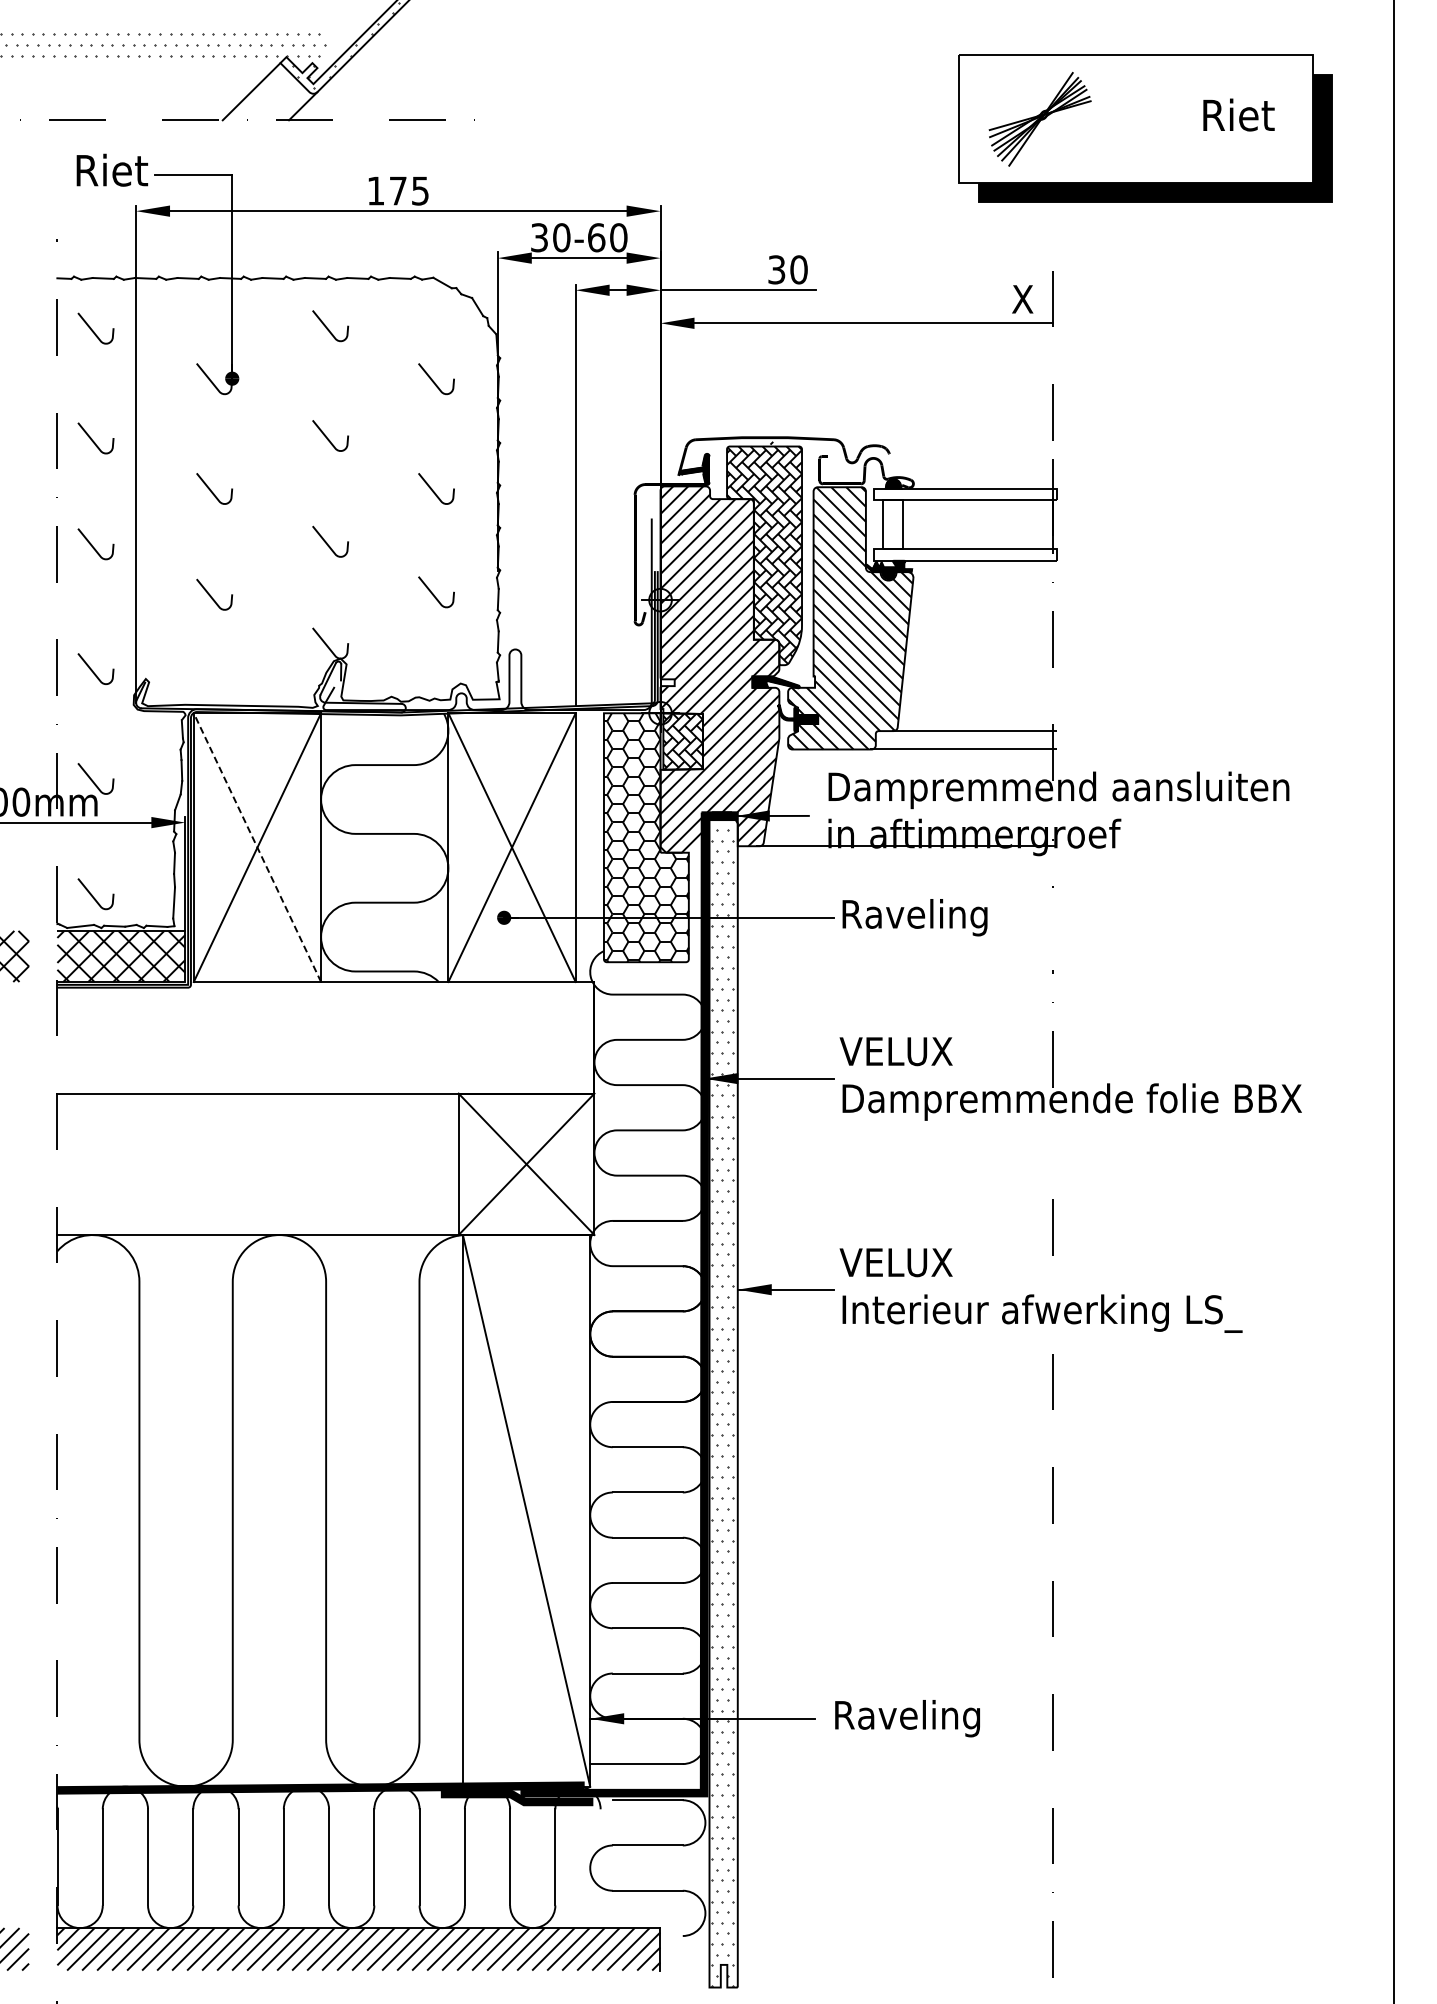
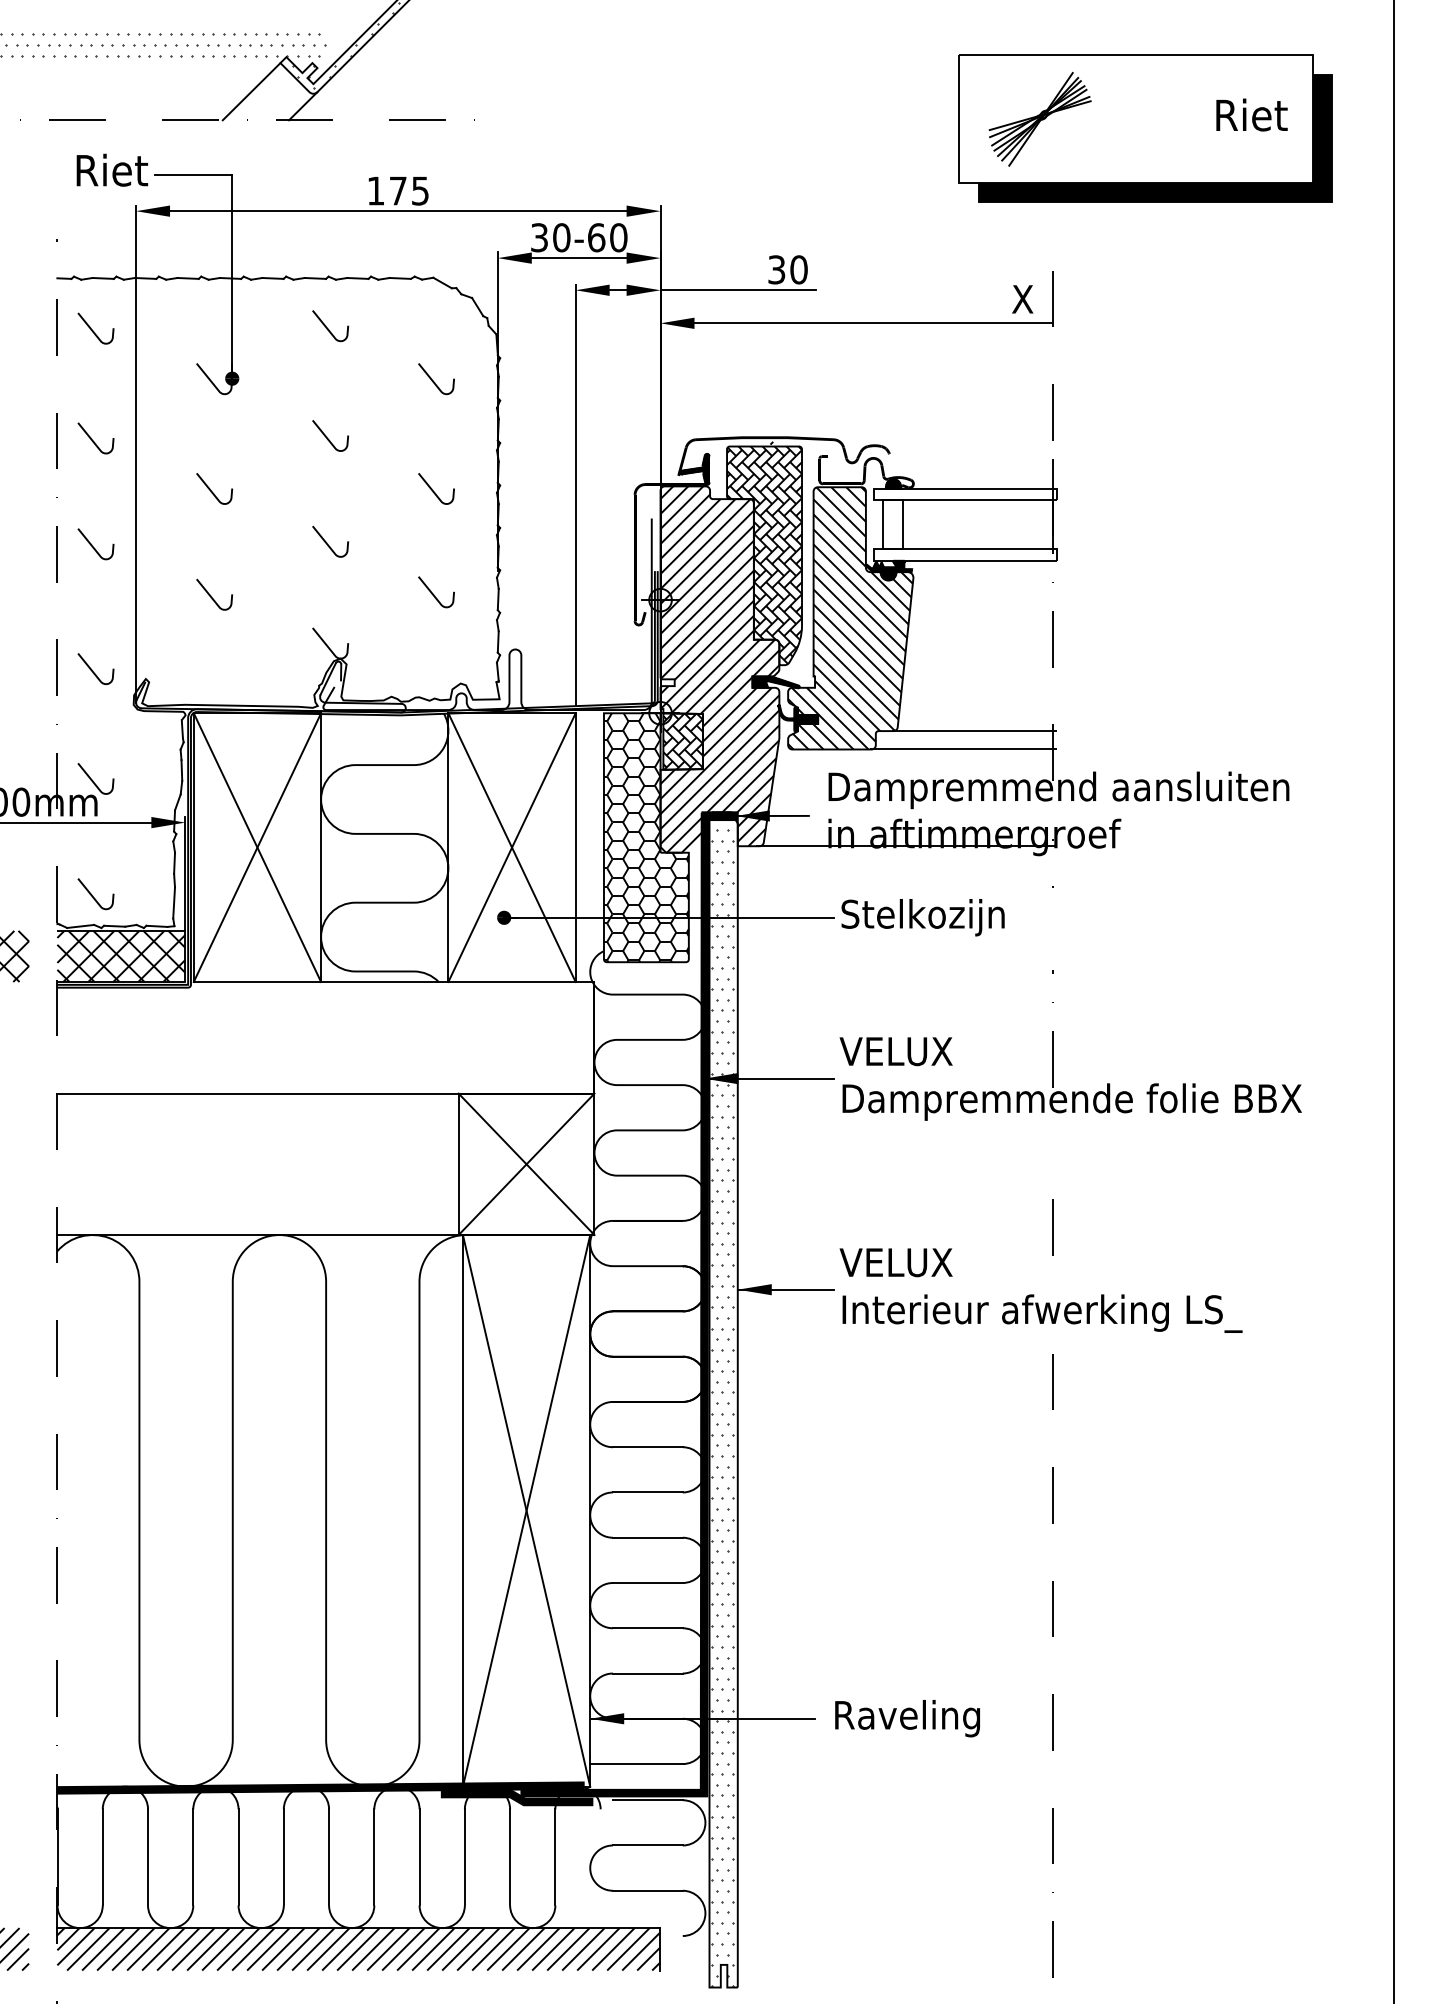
text at (1238, 114) position: (1238, 114) -> (1251, 114)
line at (257, 847): dashed -> solid
text at (922, 917): Raveling -> Stelkozijn
line at (526, 1510): none -> present
